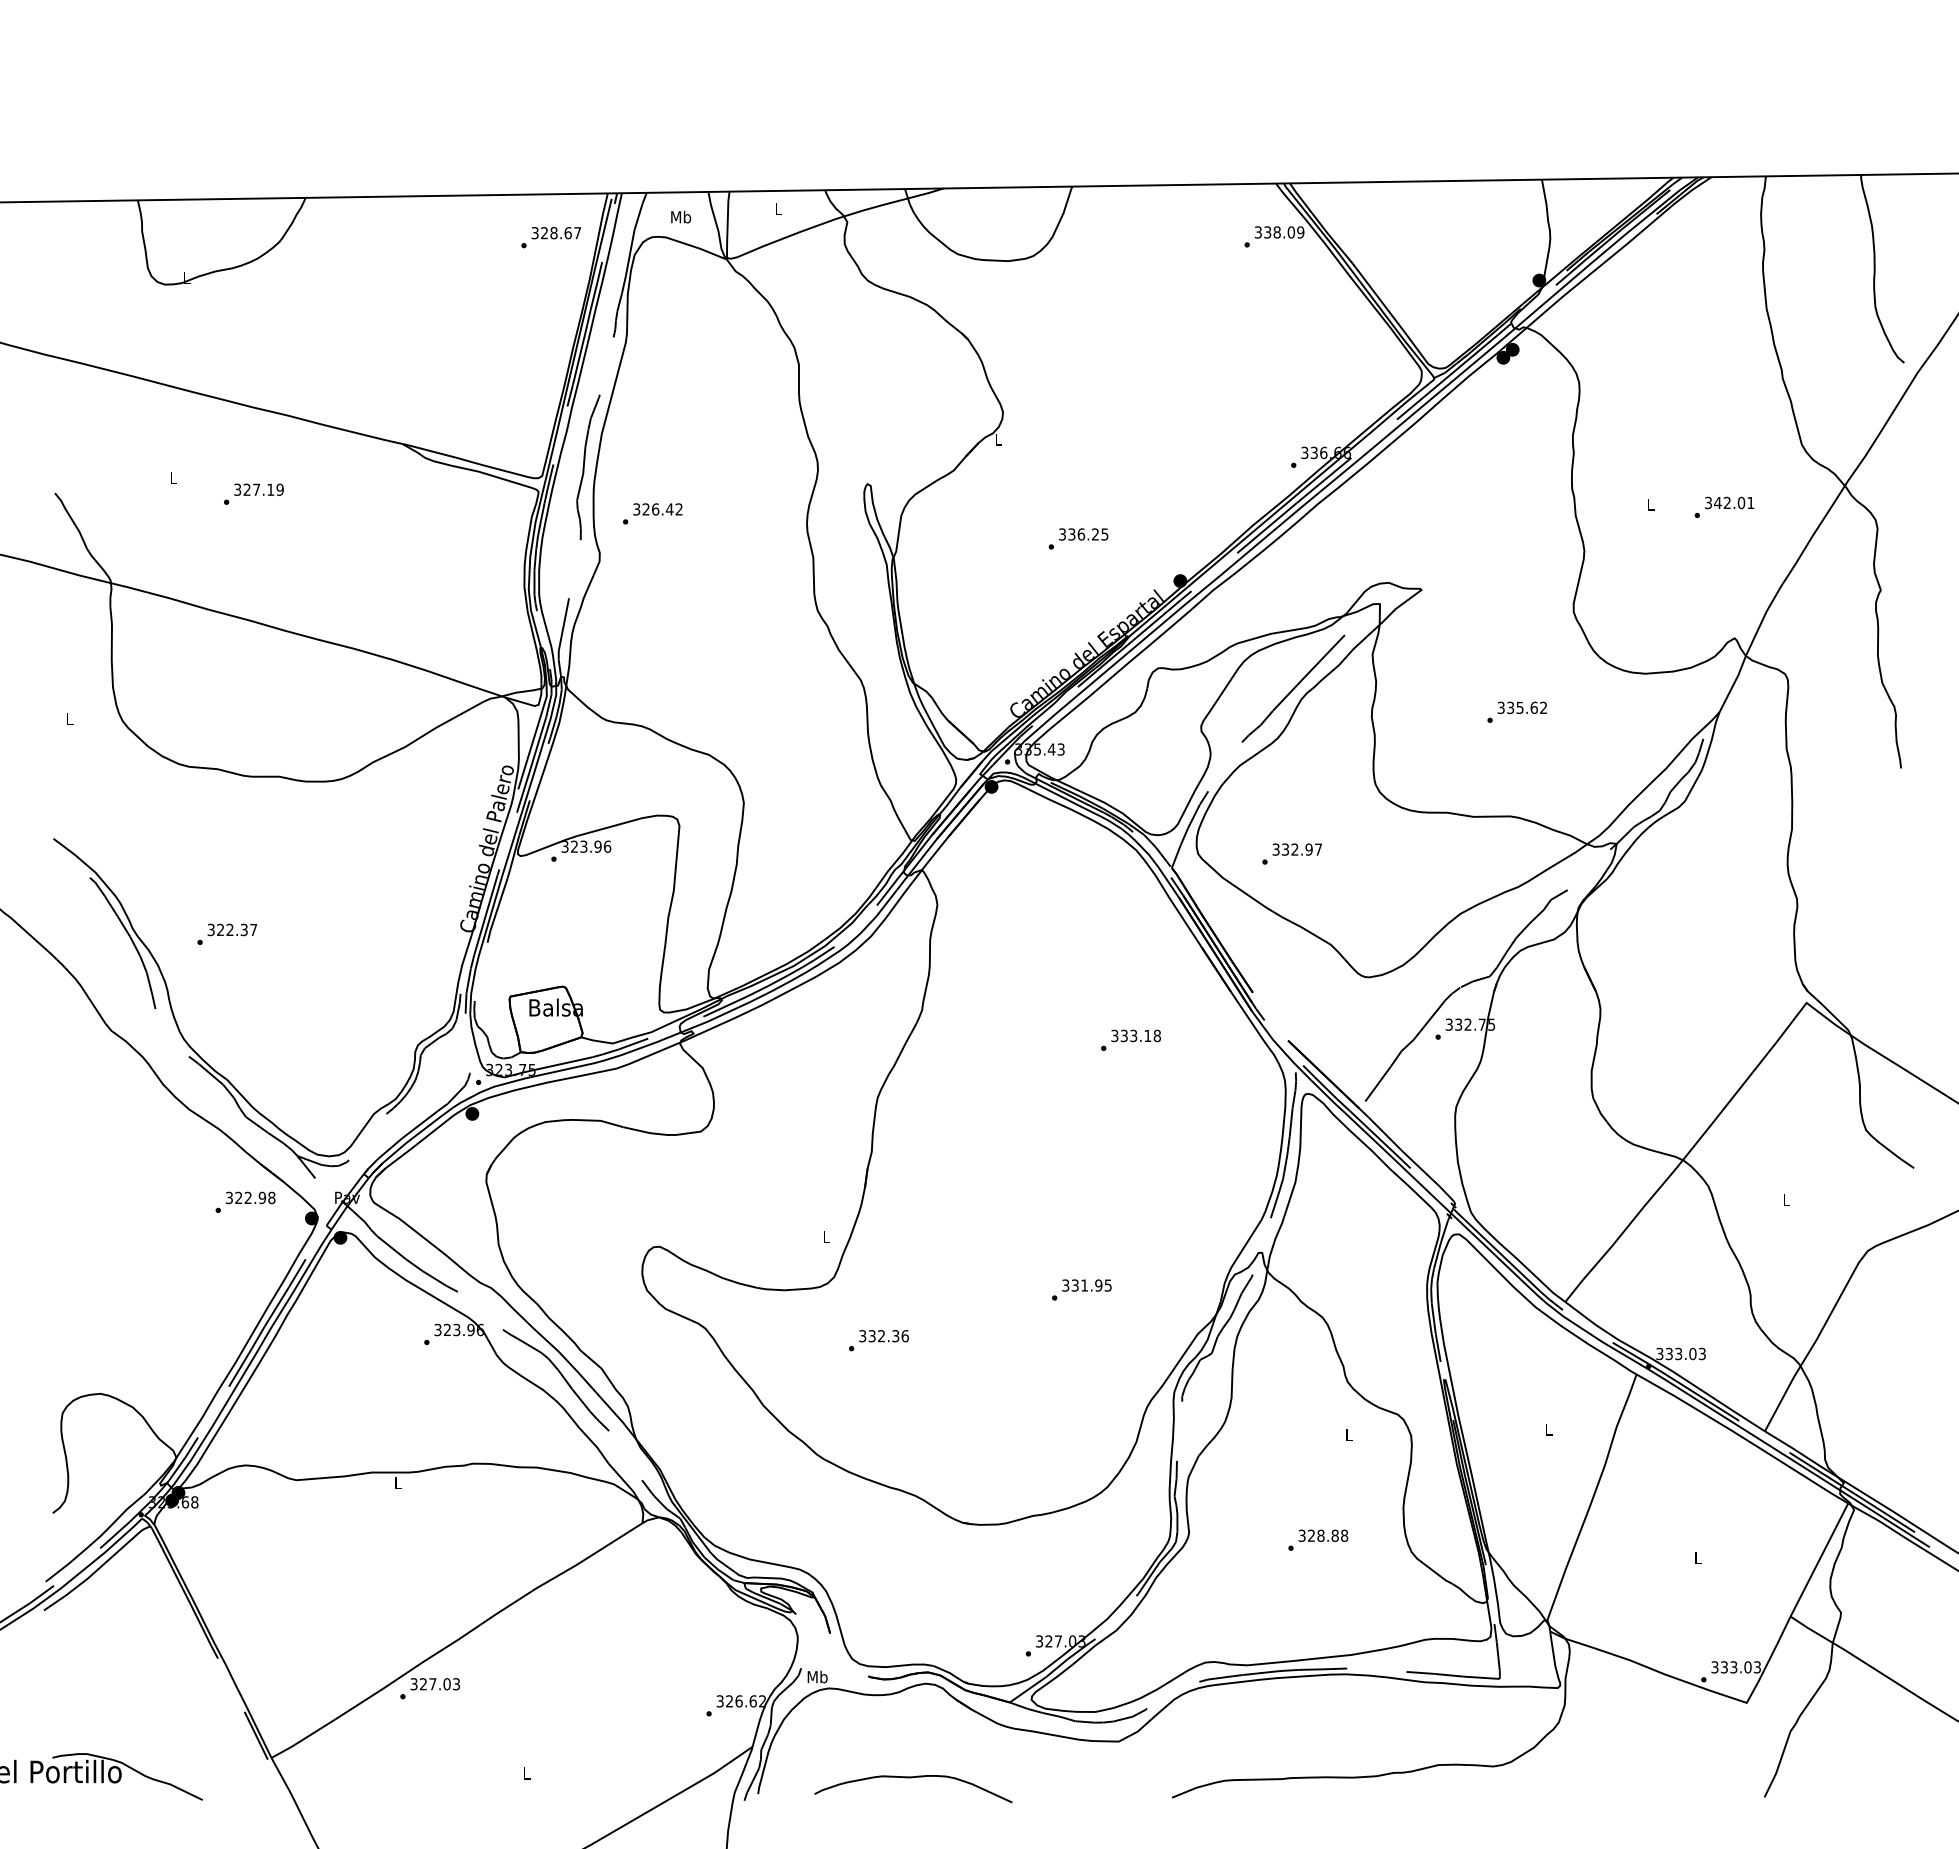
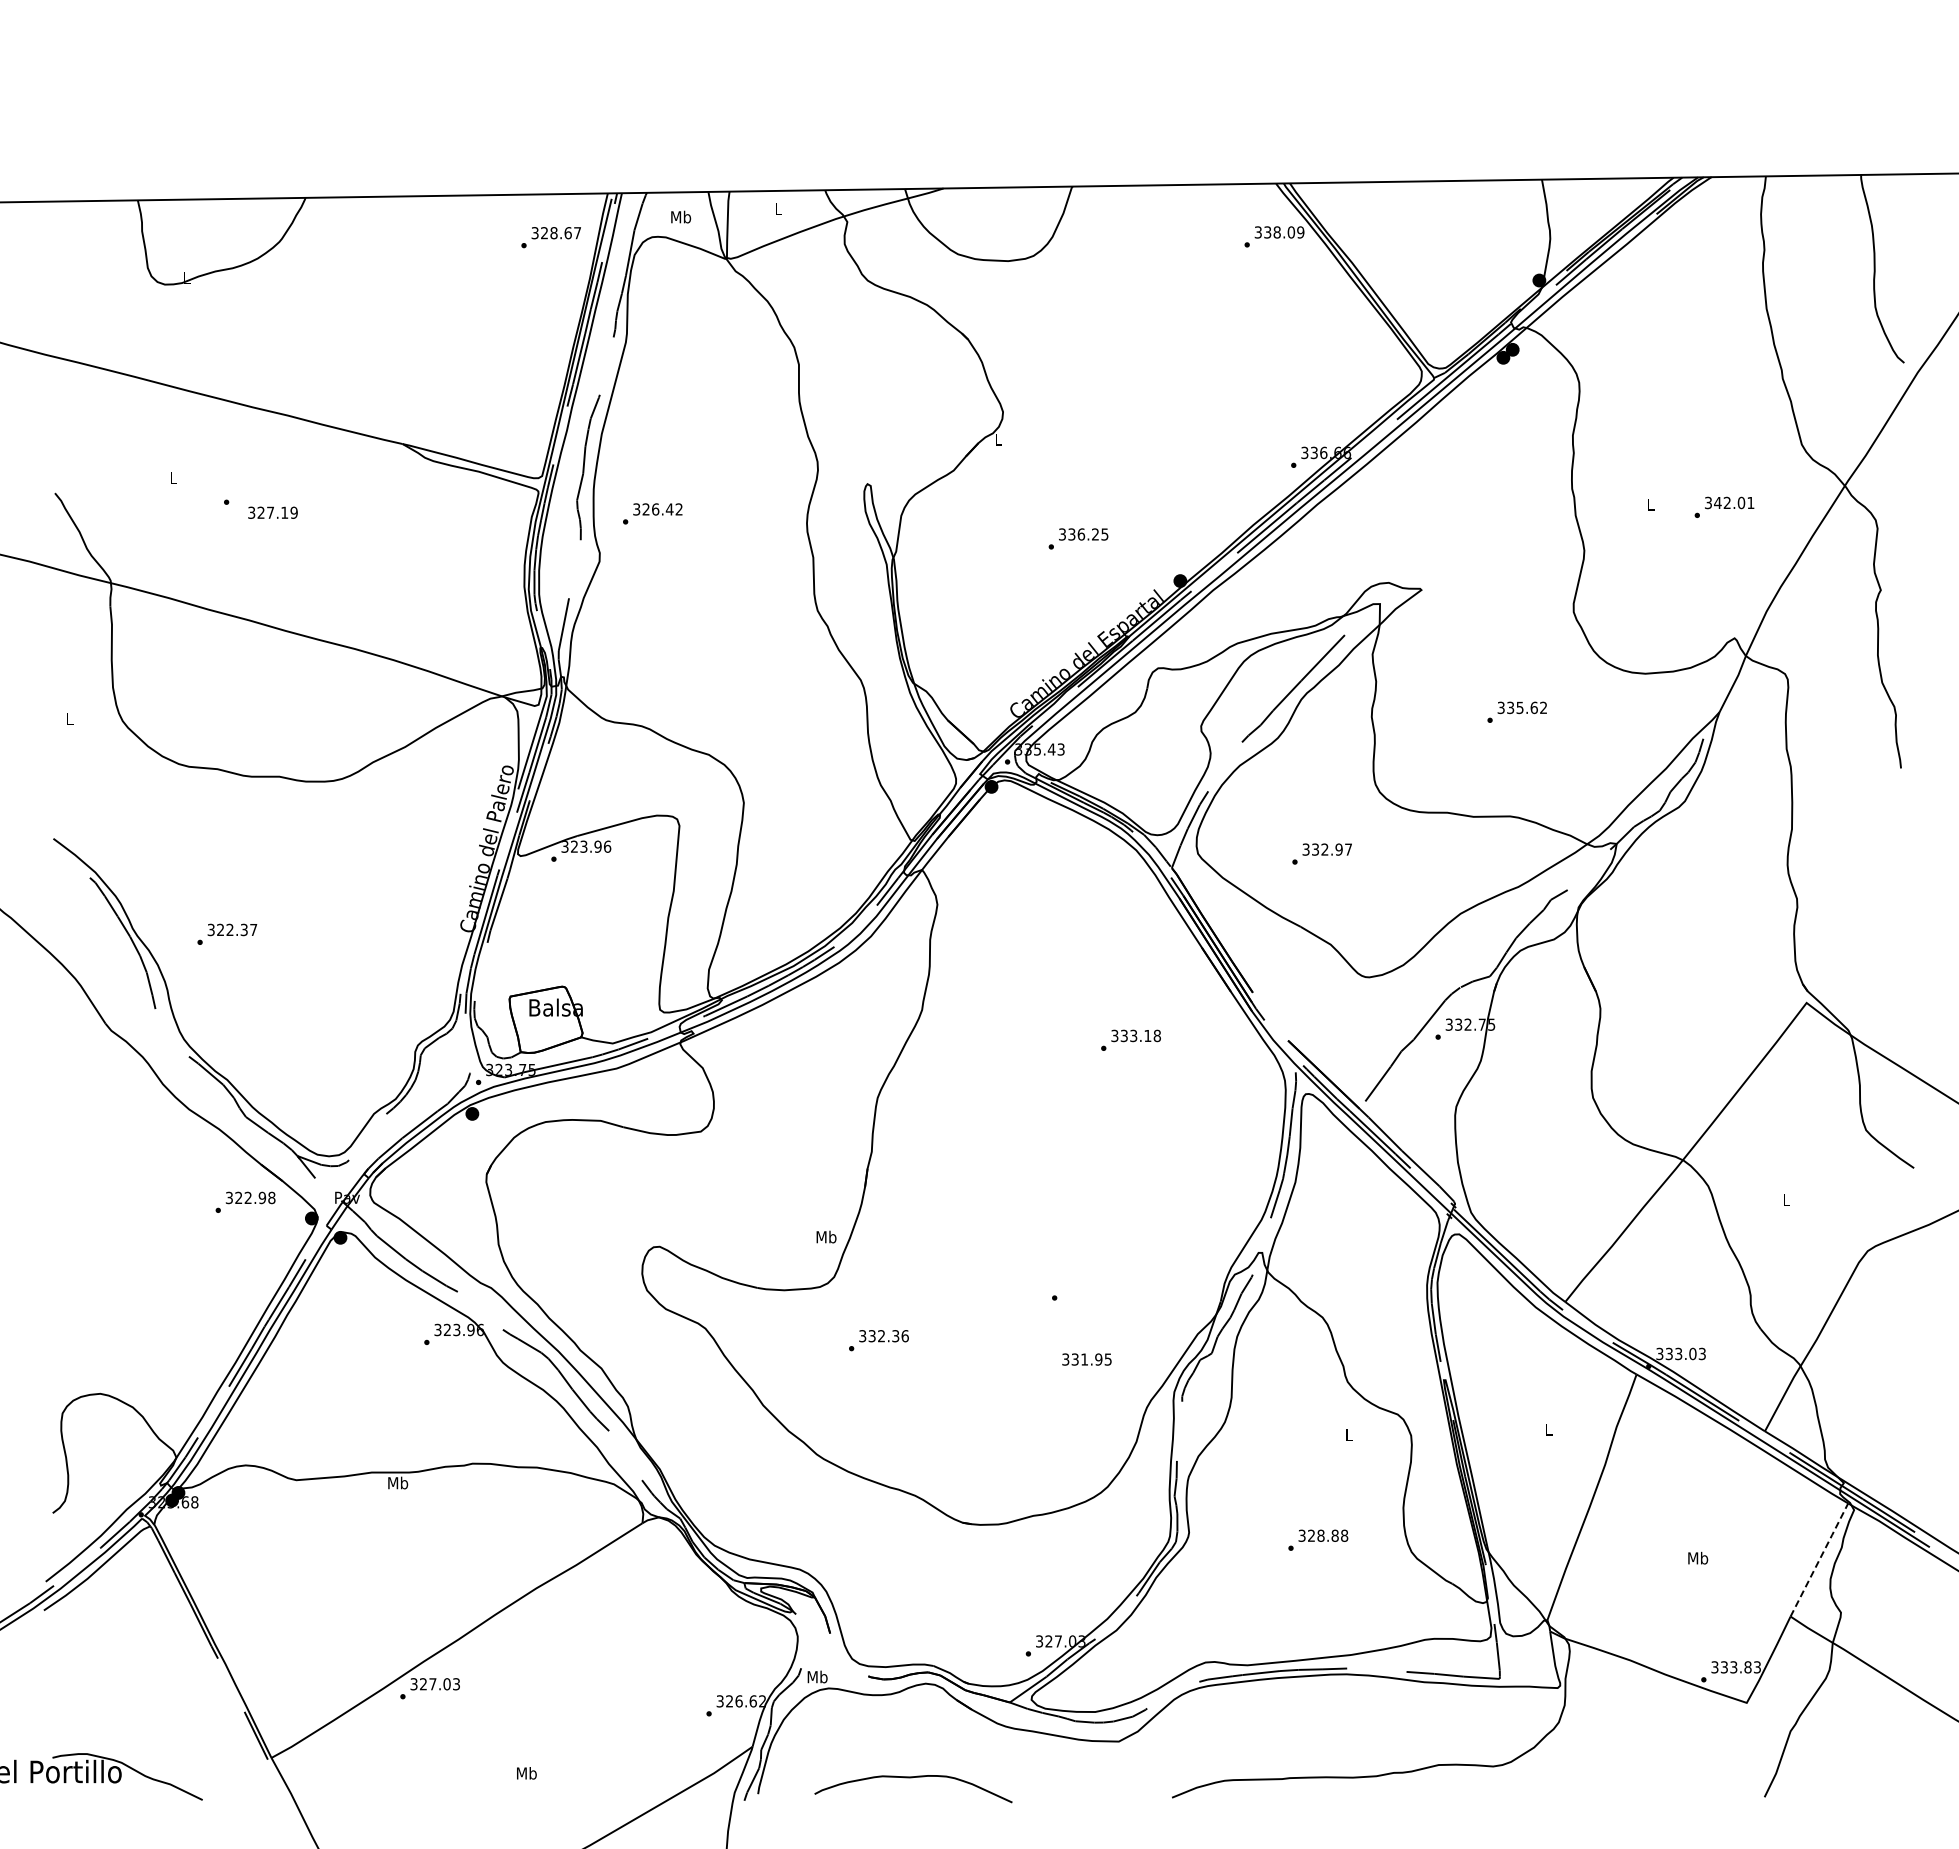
text at (258, 489) position: (258, 489) -> (272, 512)
text at (1291, 853) position: (1291, 853) -> (1321, 853)
text at (826, 1236): L -> Mb
text at (1086, 1285) position: (1086, 1285) -> (1086, 1359)
text at (398, 1482): L -> Mb
text at (1698, 1557): L -> Mb
line at (1819, 1558): solid -> dashed
text at (1747, 1667): 333.03 -> 333.83
text at (526, 1773): L -> Mb
